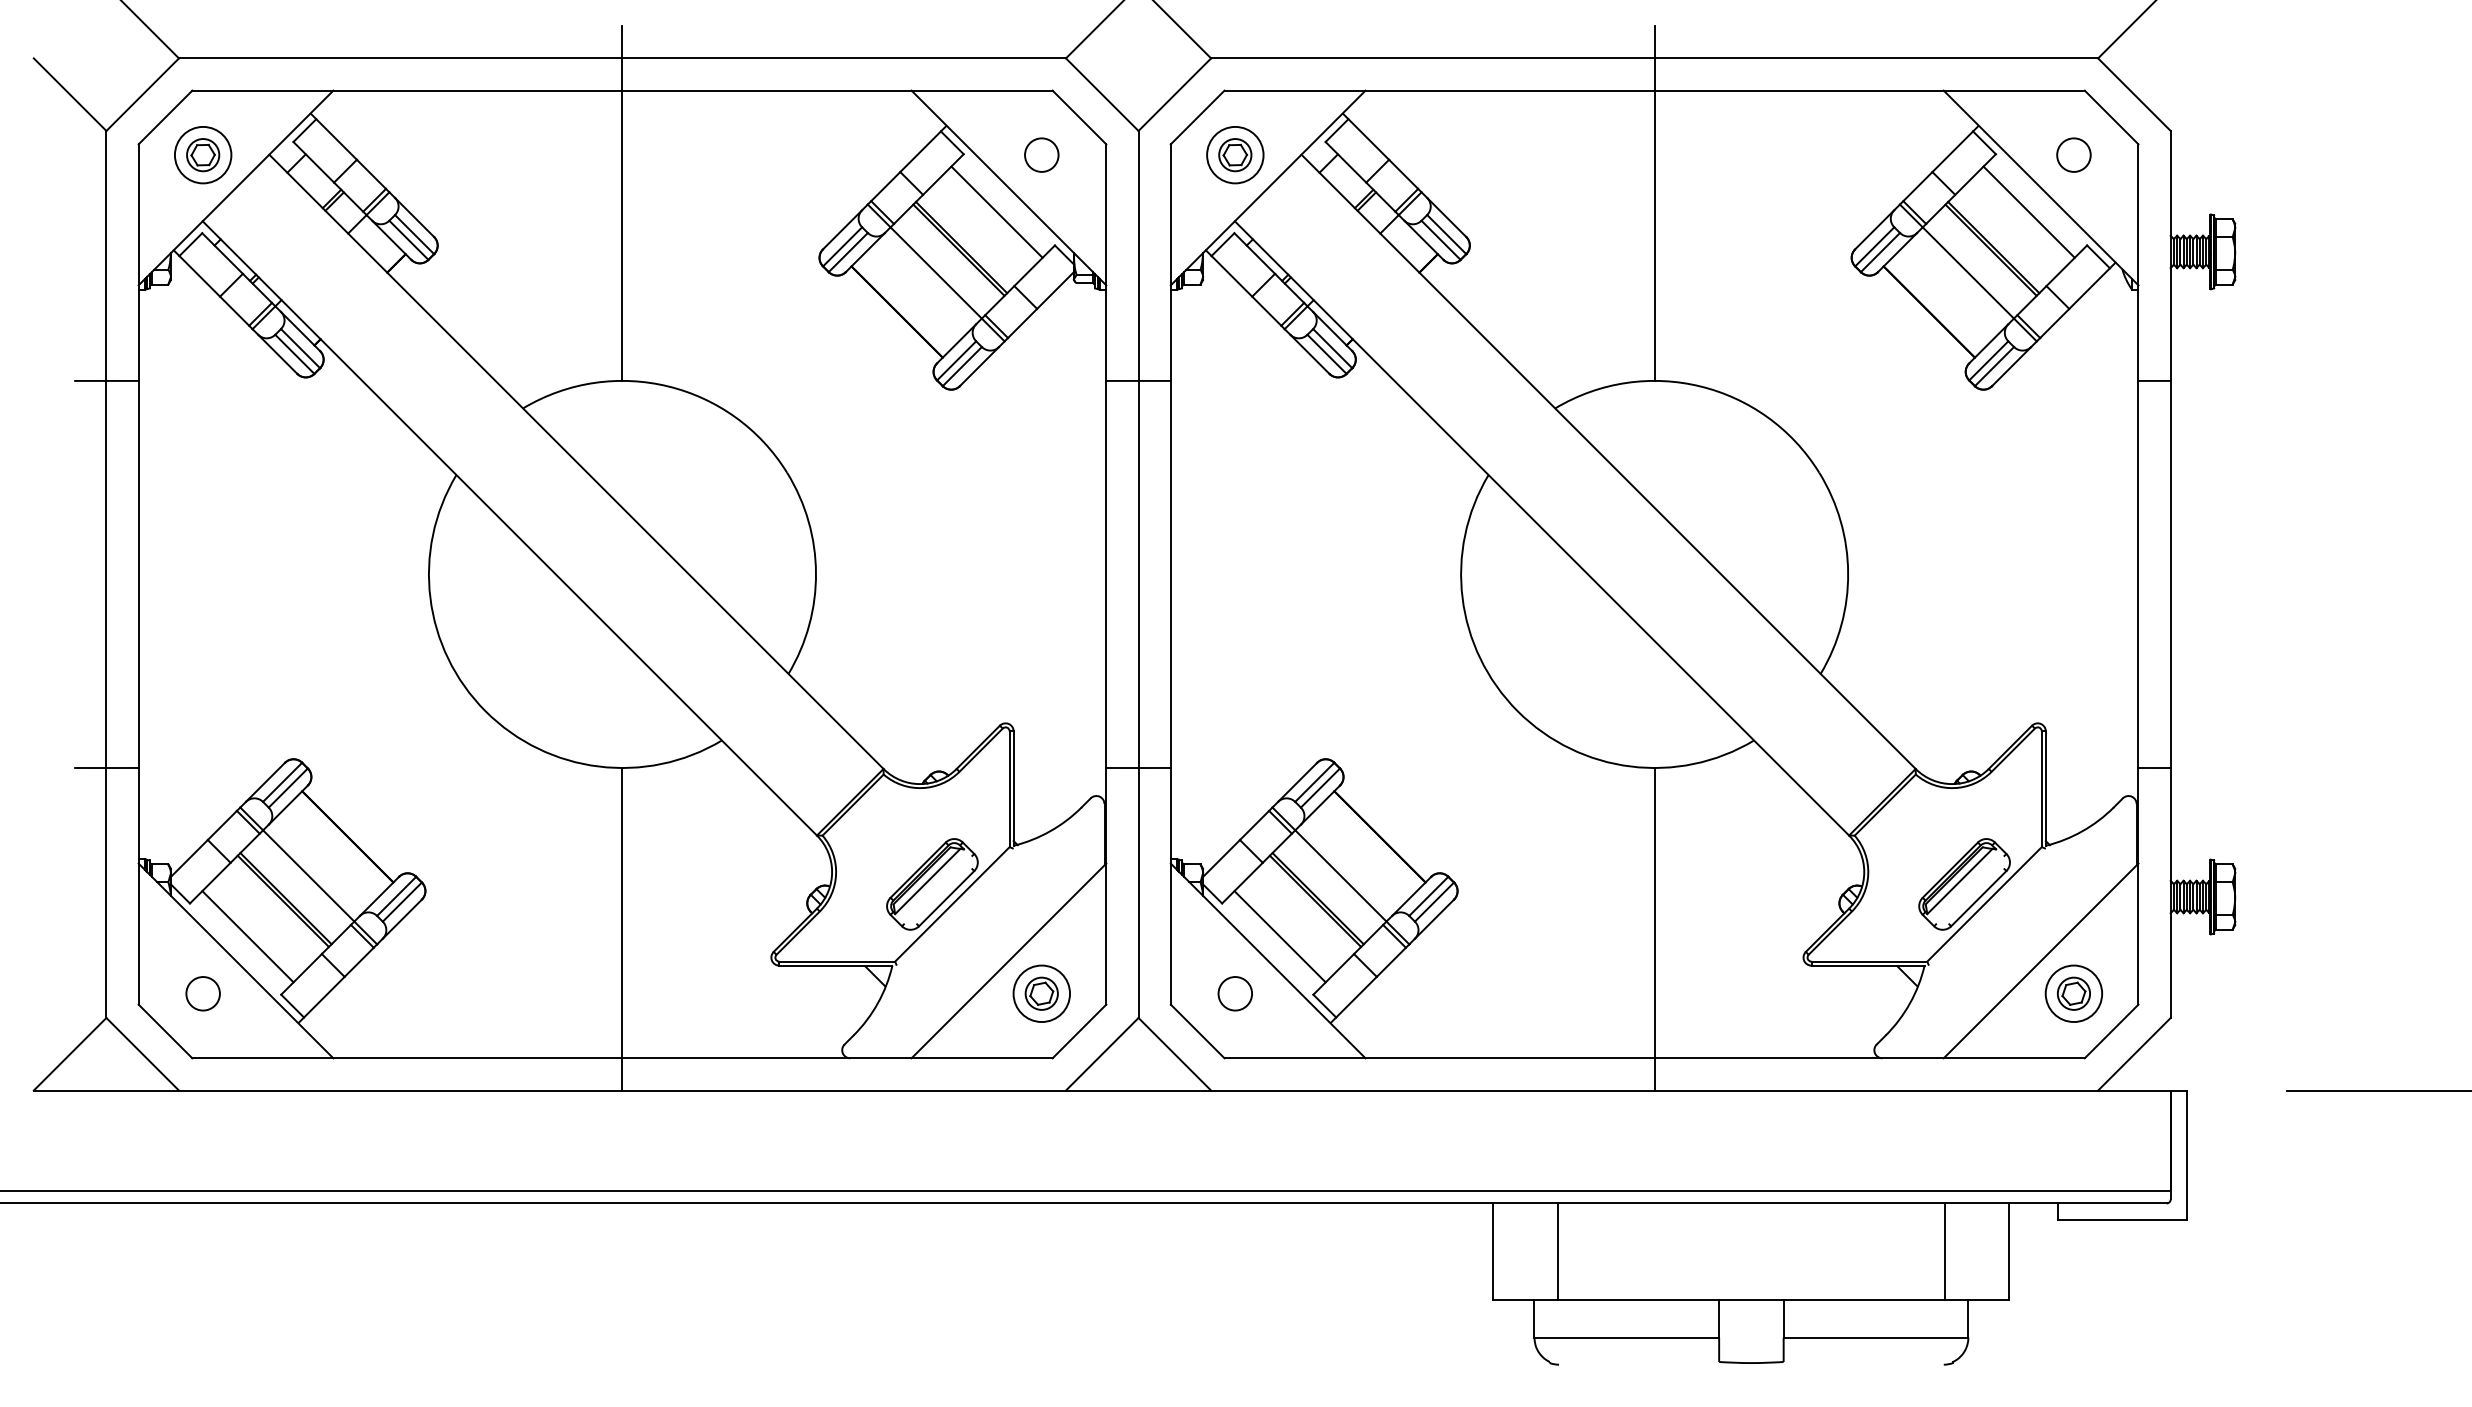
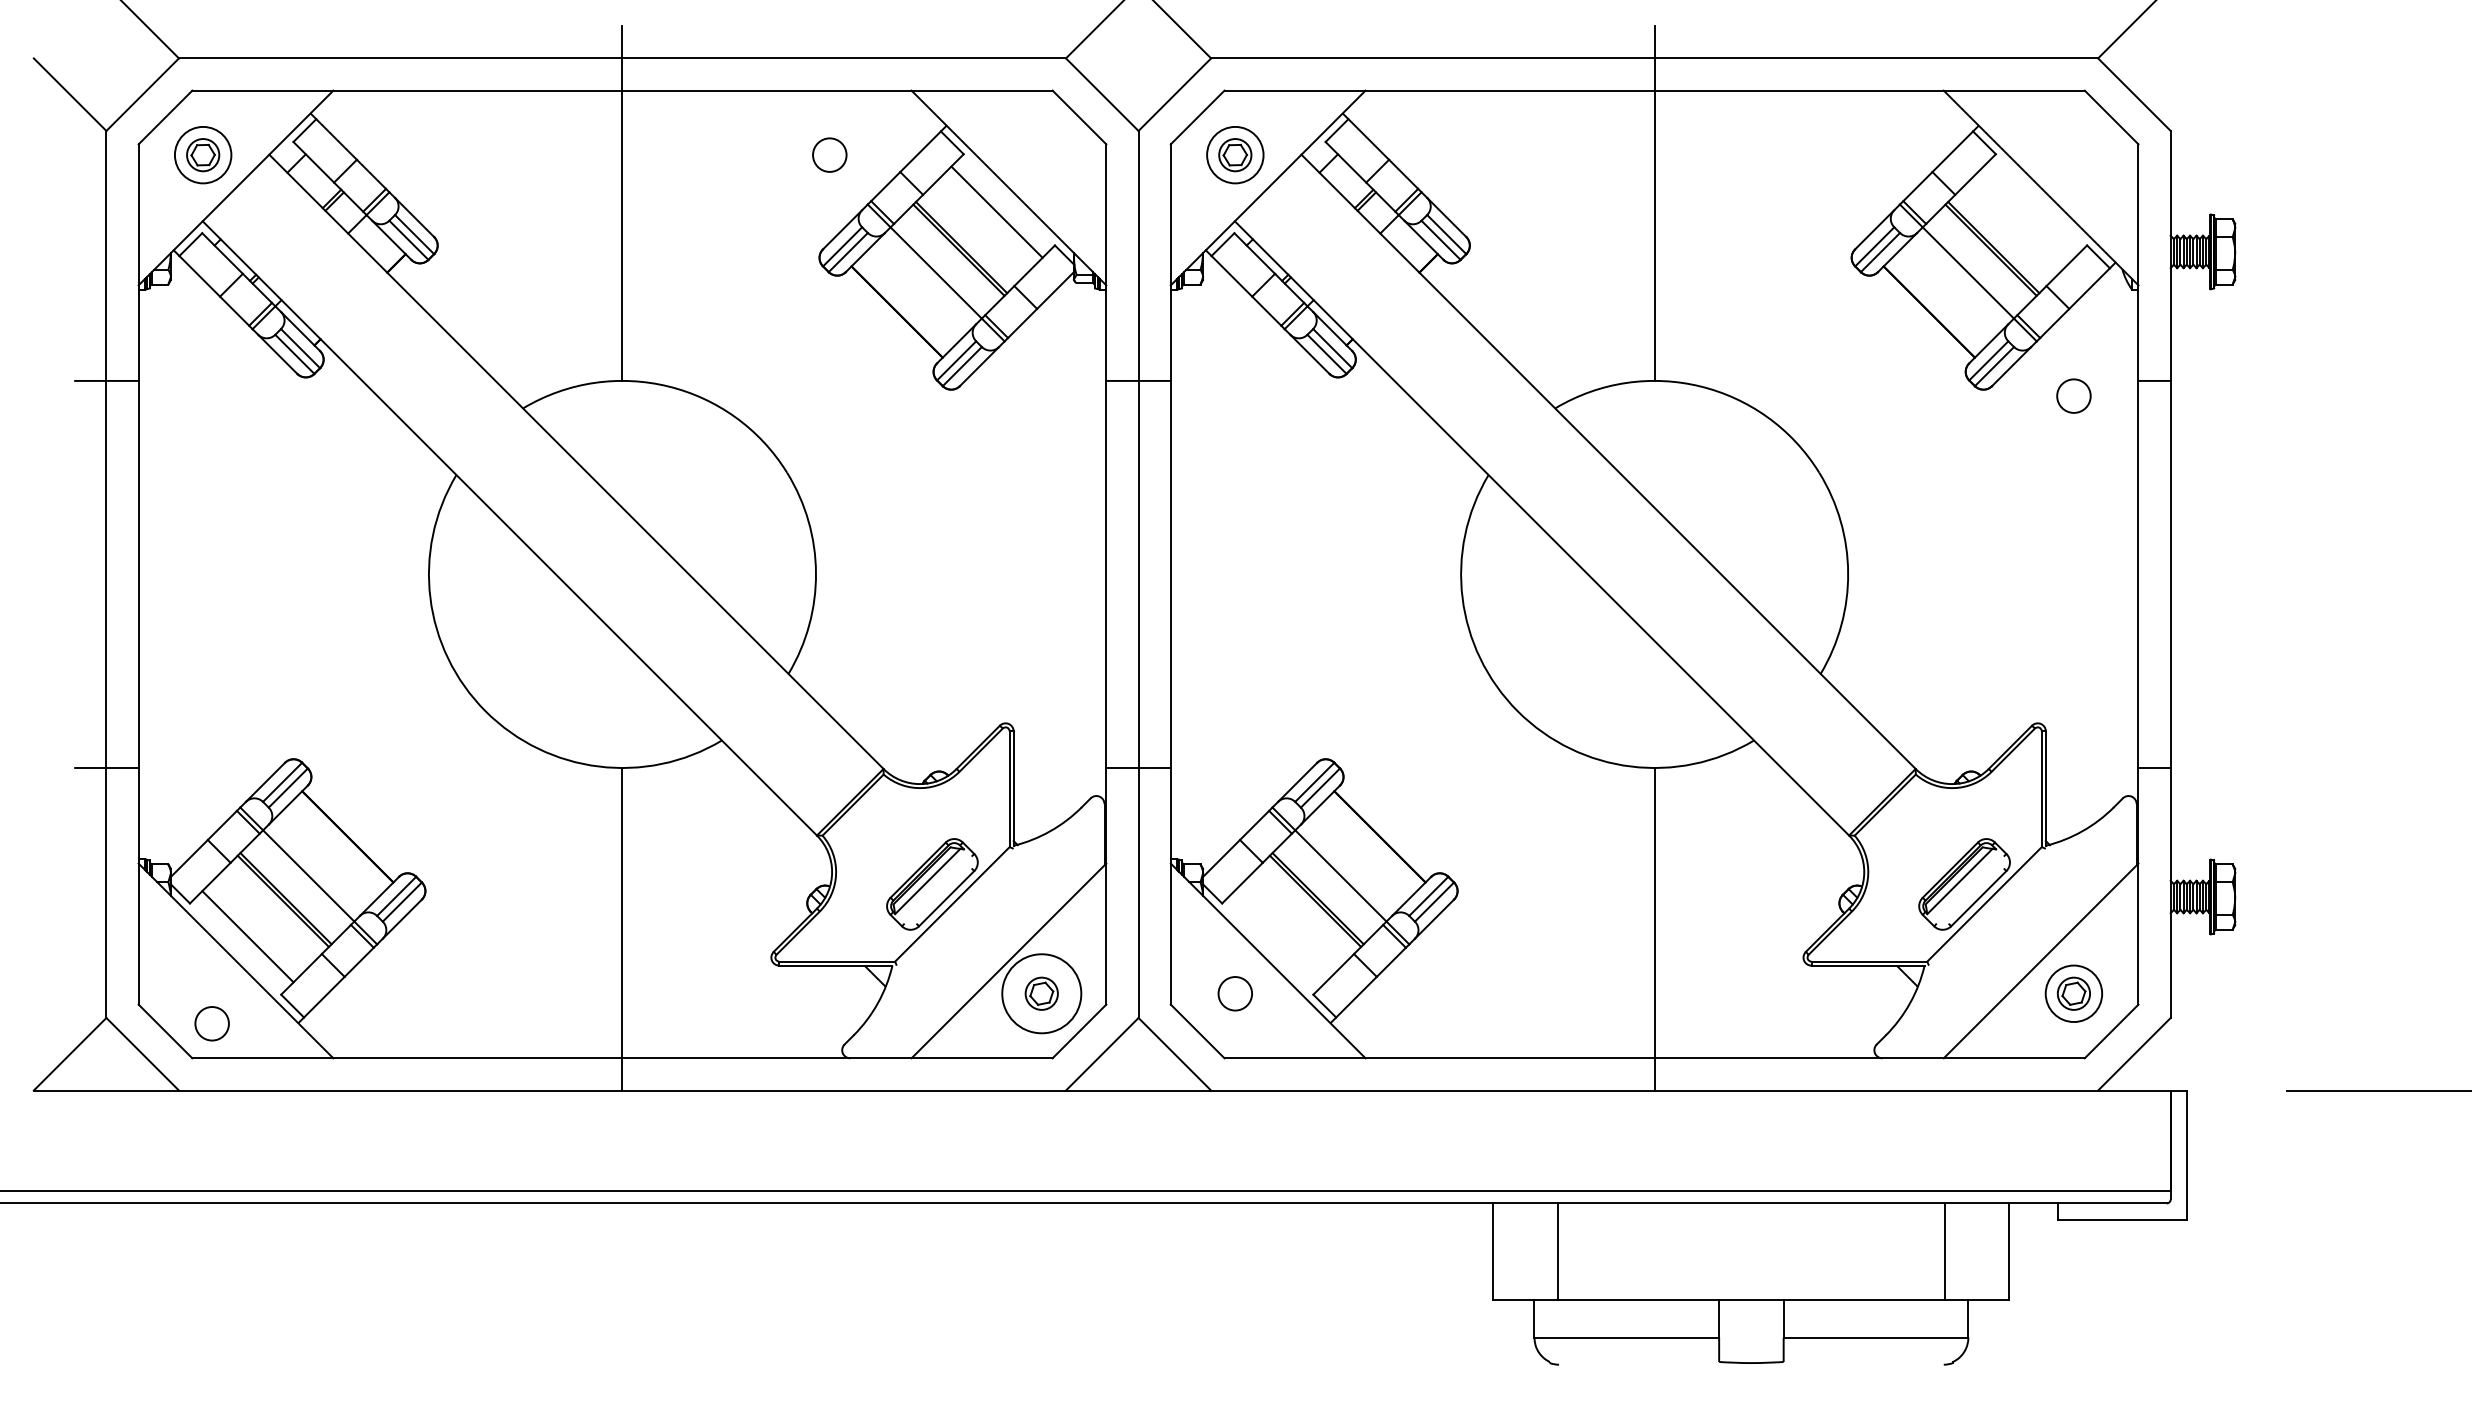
circle at (1041, 154) position: (1041, 154) -> (829, 154)
circle at (2073, 154) position: (2073, 154) -> (2073, 395)
line at (2028, 211): present -> none
line at (1279, 936): present -> none
circle at (202, 993) position: (202, 993) -> (211, 1023)
circle at (1041, 993) diameter: 56 px -> 79 px
